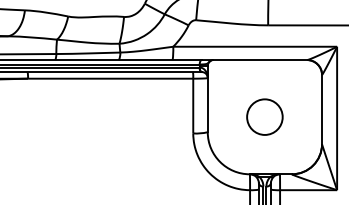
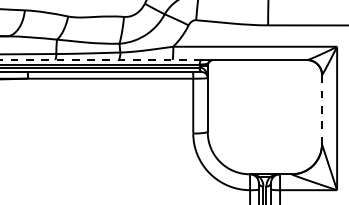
line at (100, 60): solid -> dashed
line at (322, 109): solid -> dashed
circle at (264, 116): present -> none
